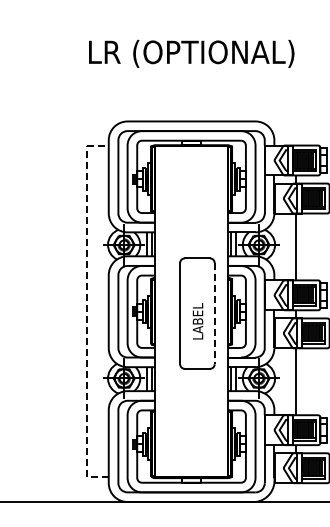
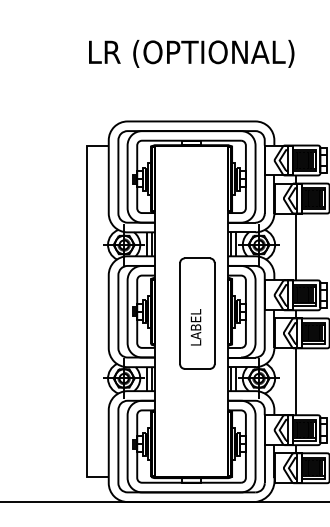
line at (87, 311): dashed -> solid
line at (214, 313): dashed -> solid
text at (197, 321) position: (197, 321) -> (195, 327)
